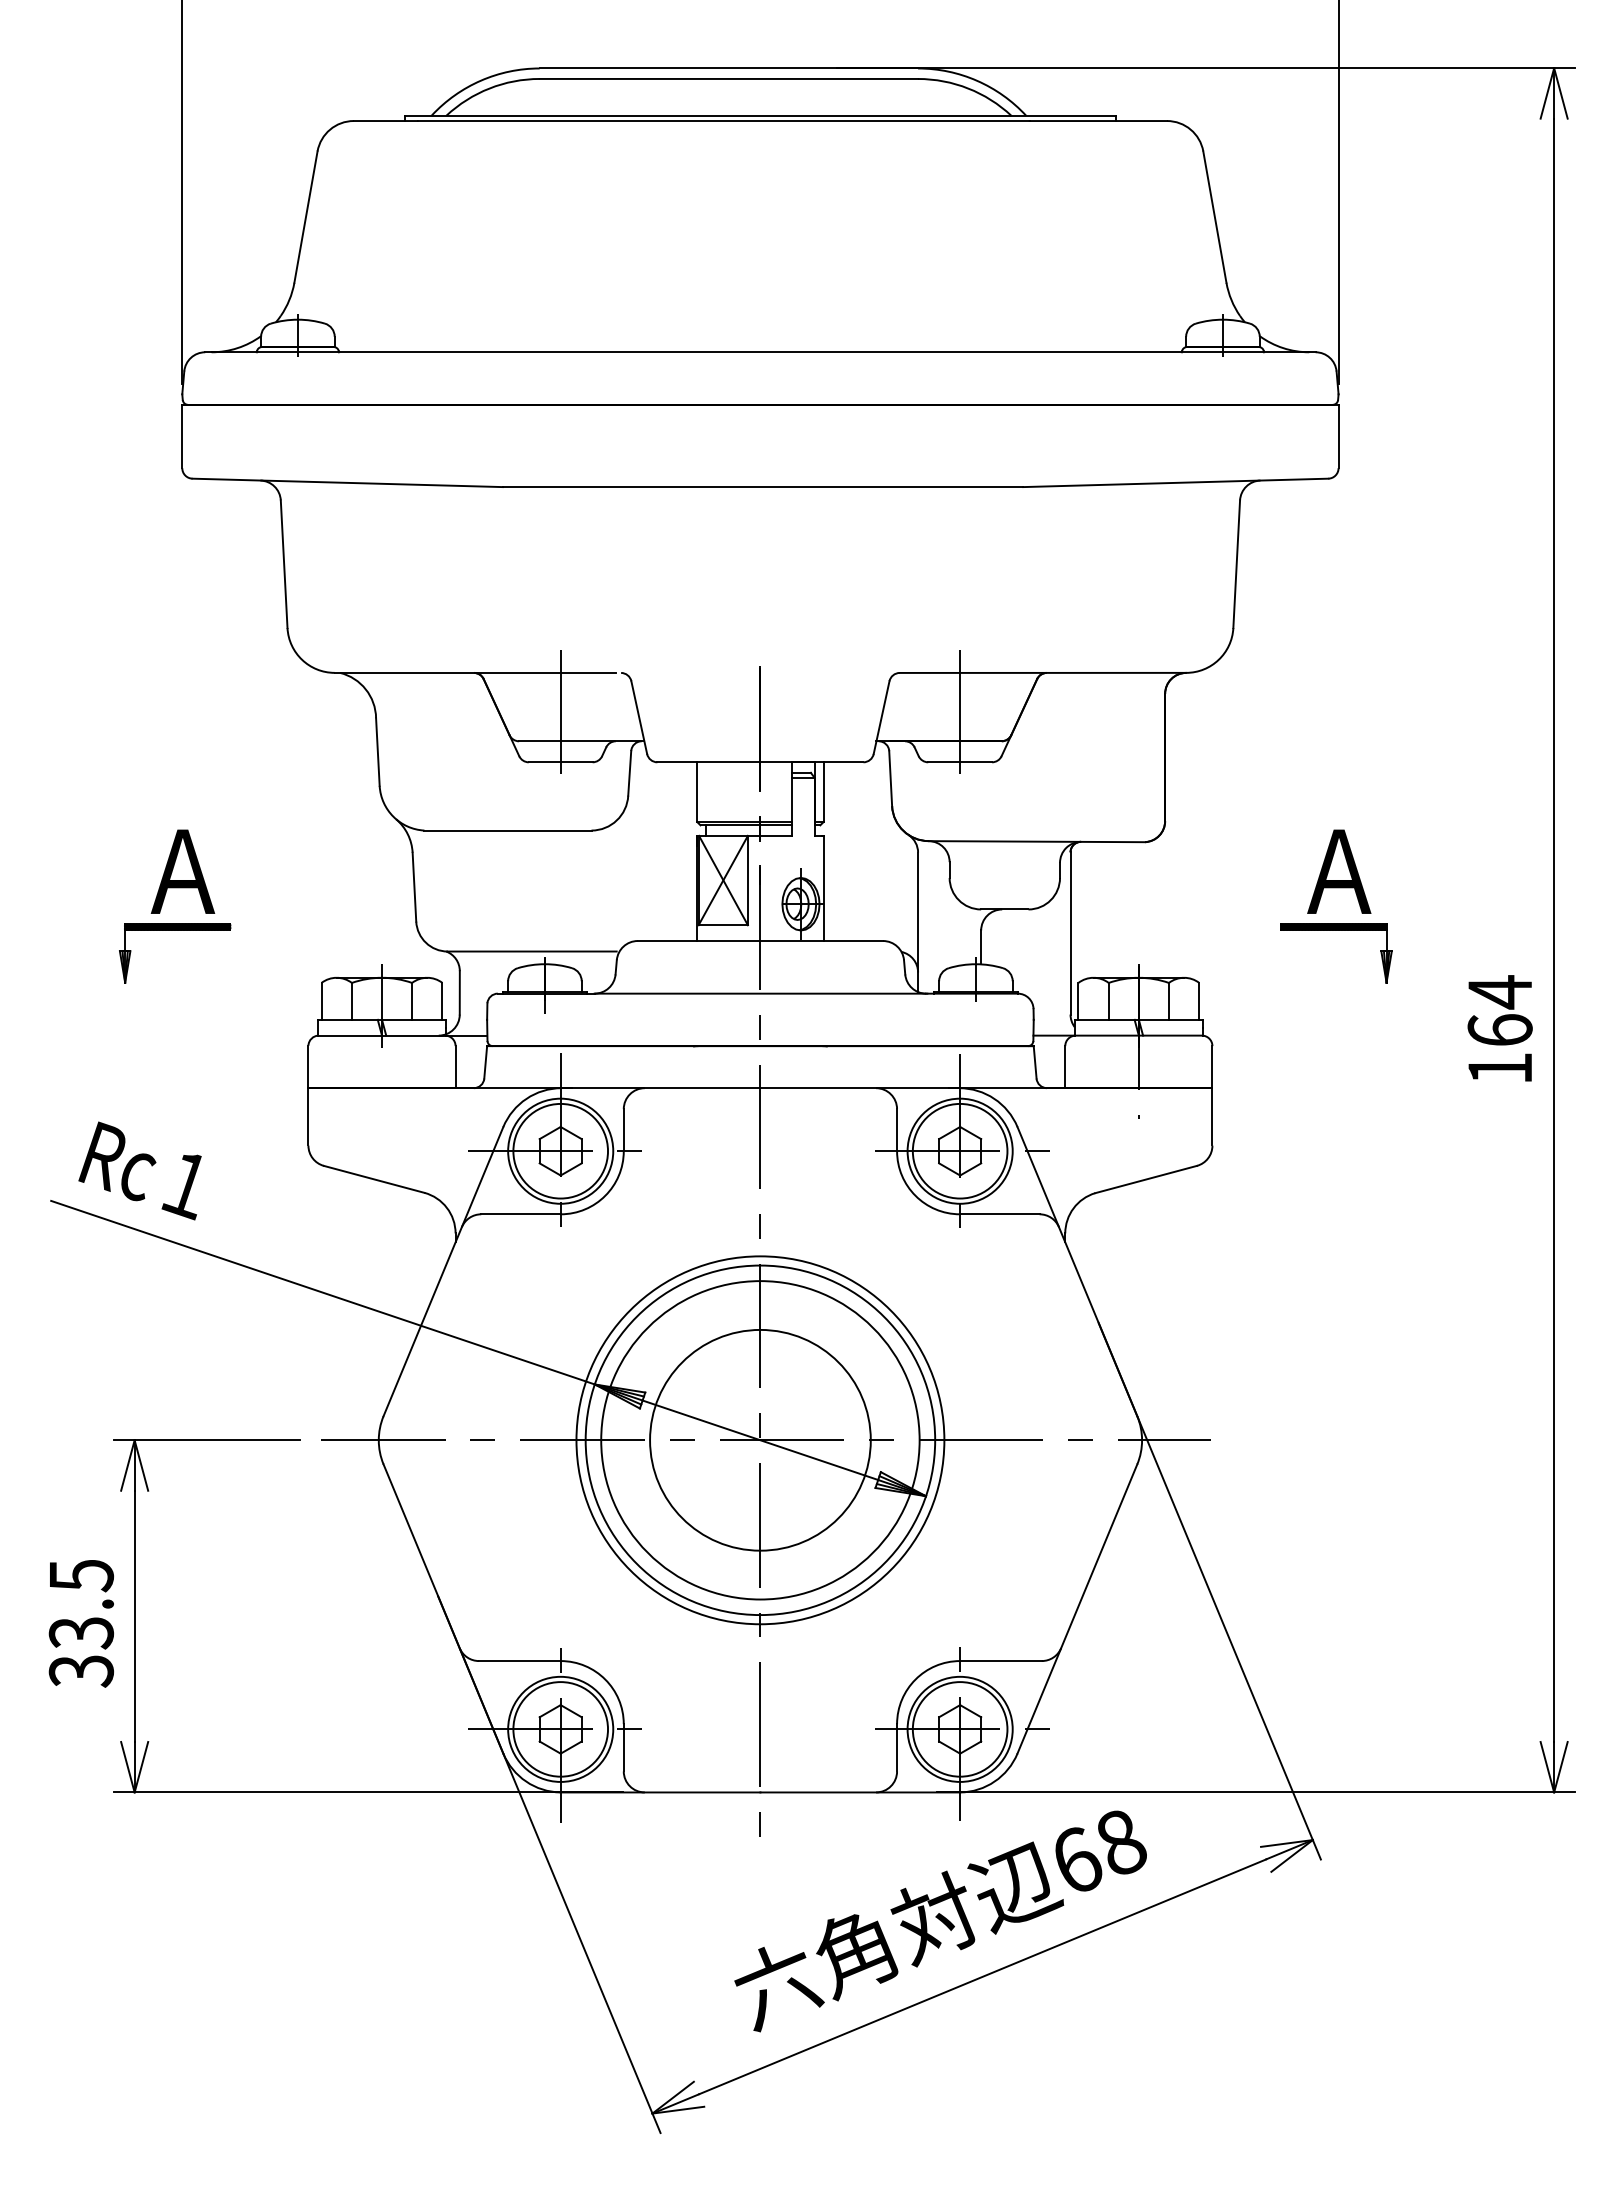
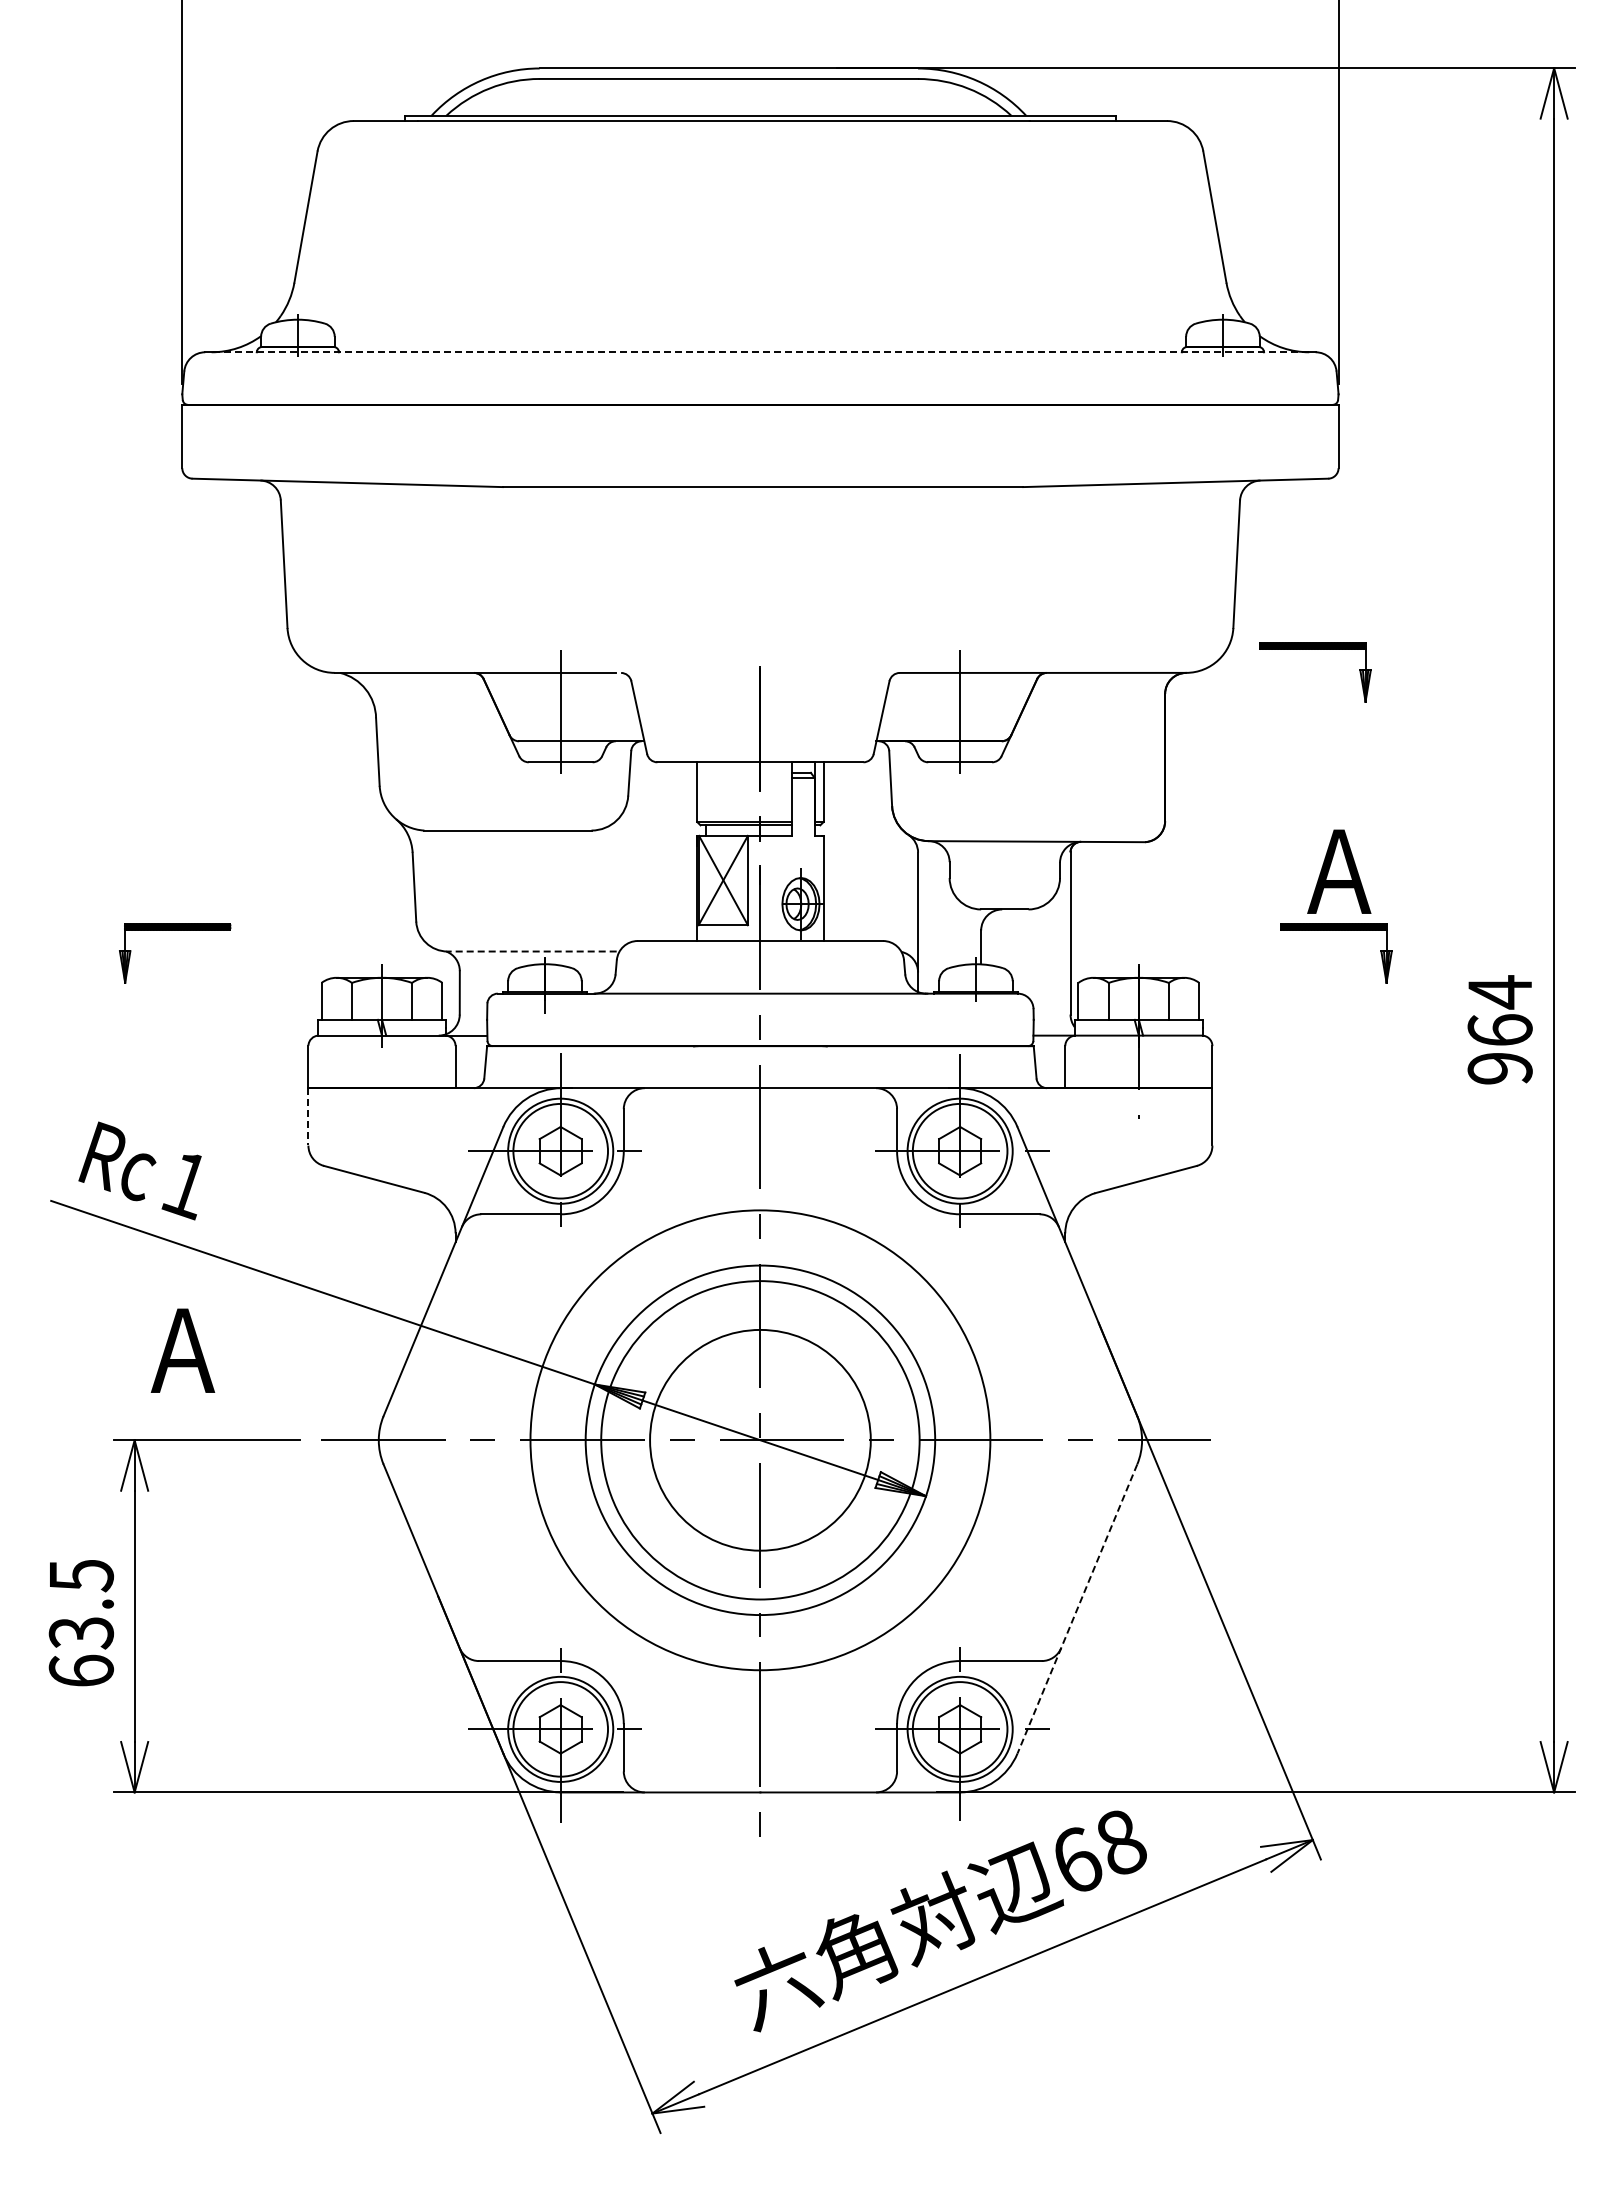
line at (760, 352): solid -> dashed
part at (1315, 649): none -> present
text at (182, 871) position: (182, 871) -> (182, 1350)
line at (531, 951): solid -> dashed
text at (1499, 1068): 164 -> 964
line at (308, 1116): solid -> dashed
circle at (760, 1440) diameter: 368 px -> 460 px
line at (1077, 1609): solid -> dashed
text at (81, 1670): 33.5 -> 63.5
